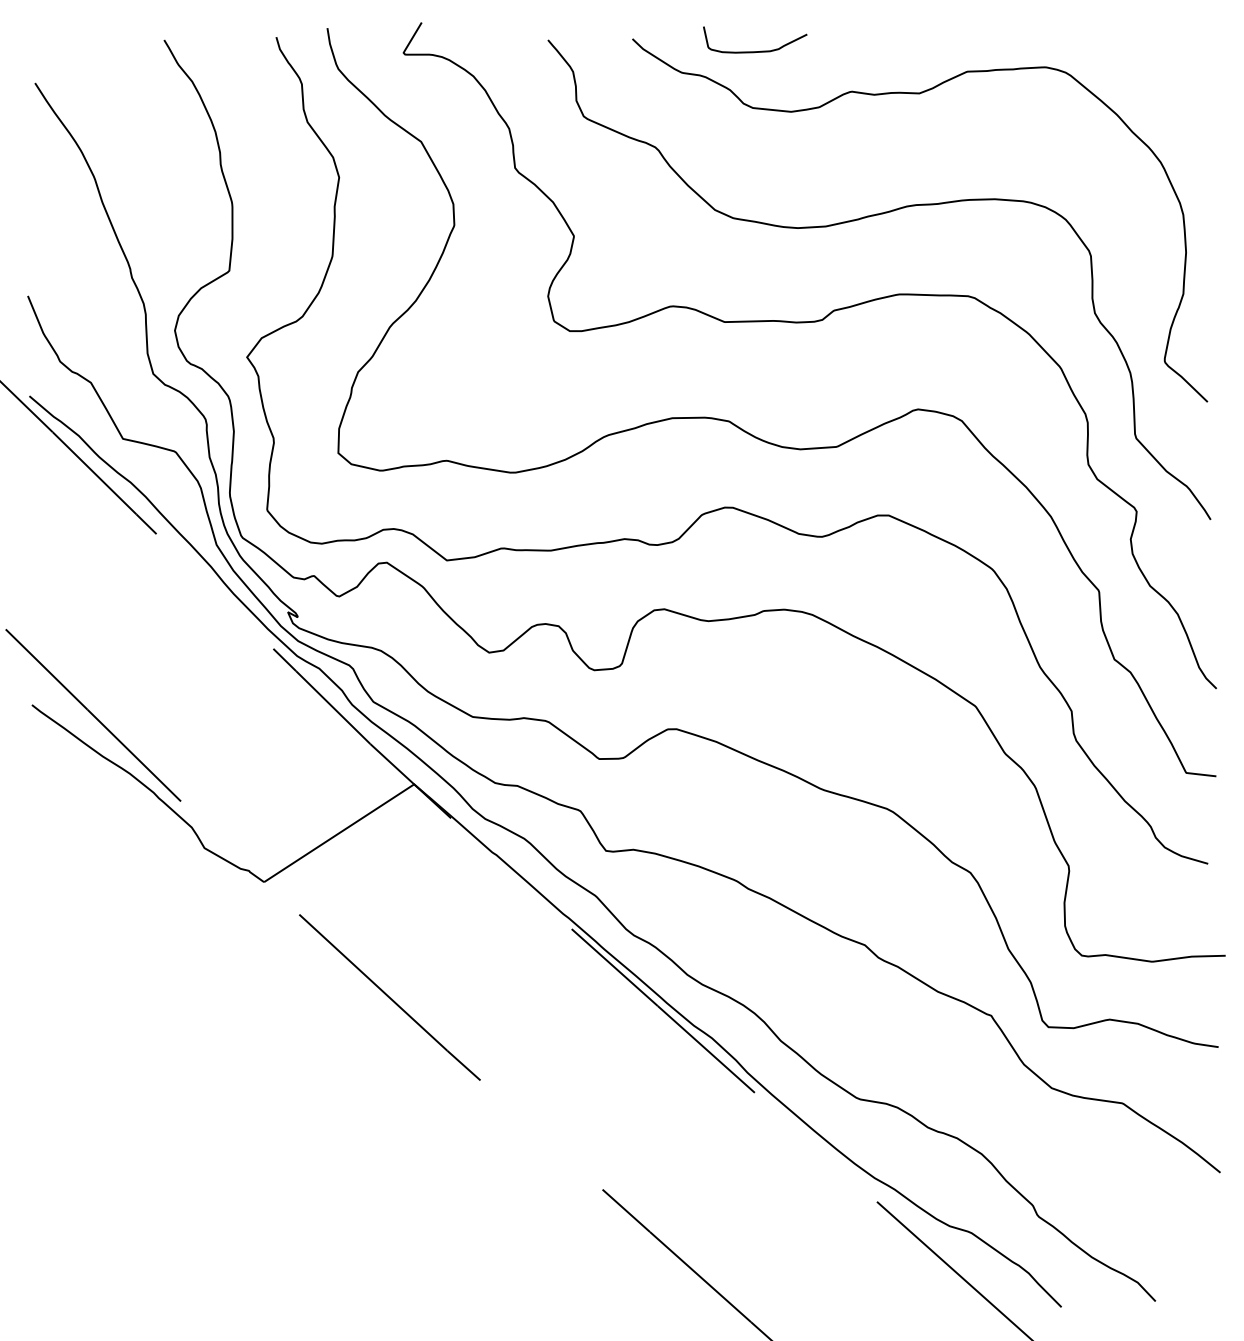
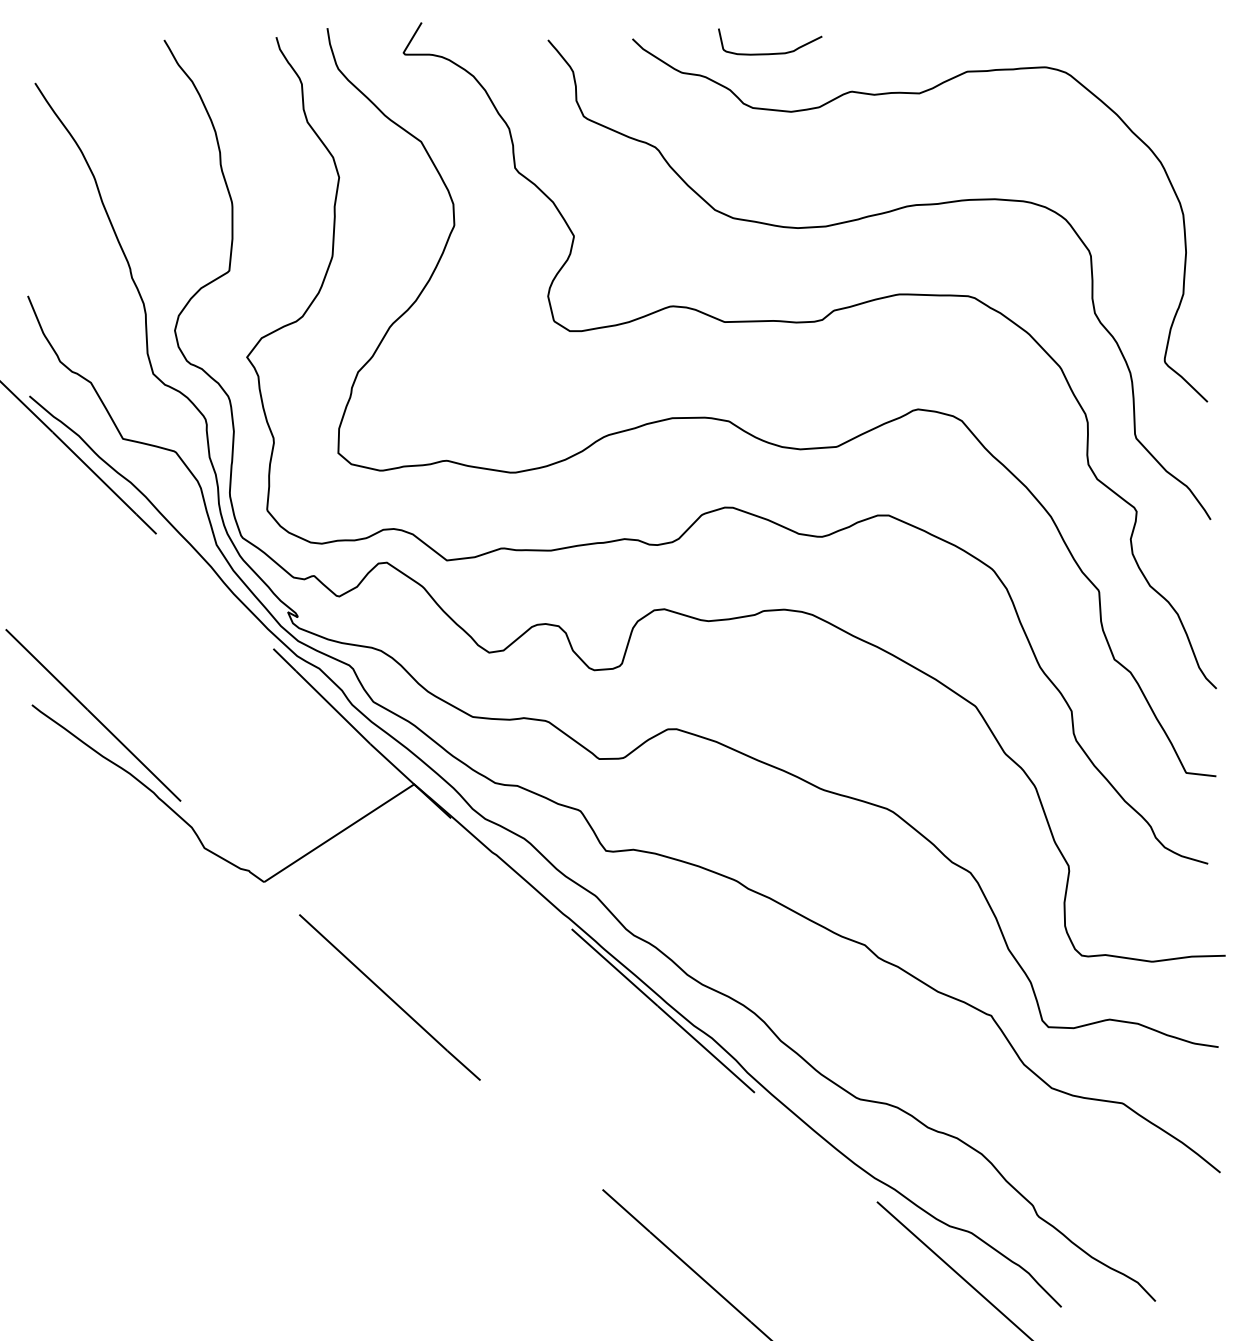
curve at (755, 51) position: (755, 51) -> (770, 53)
